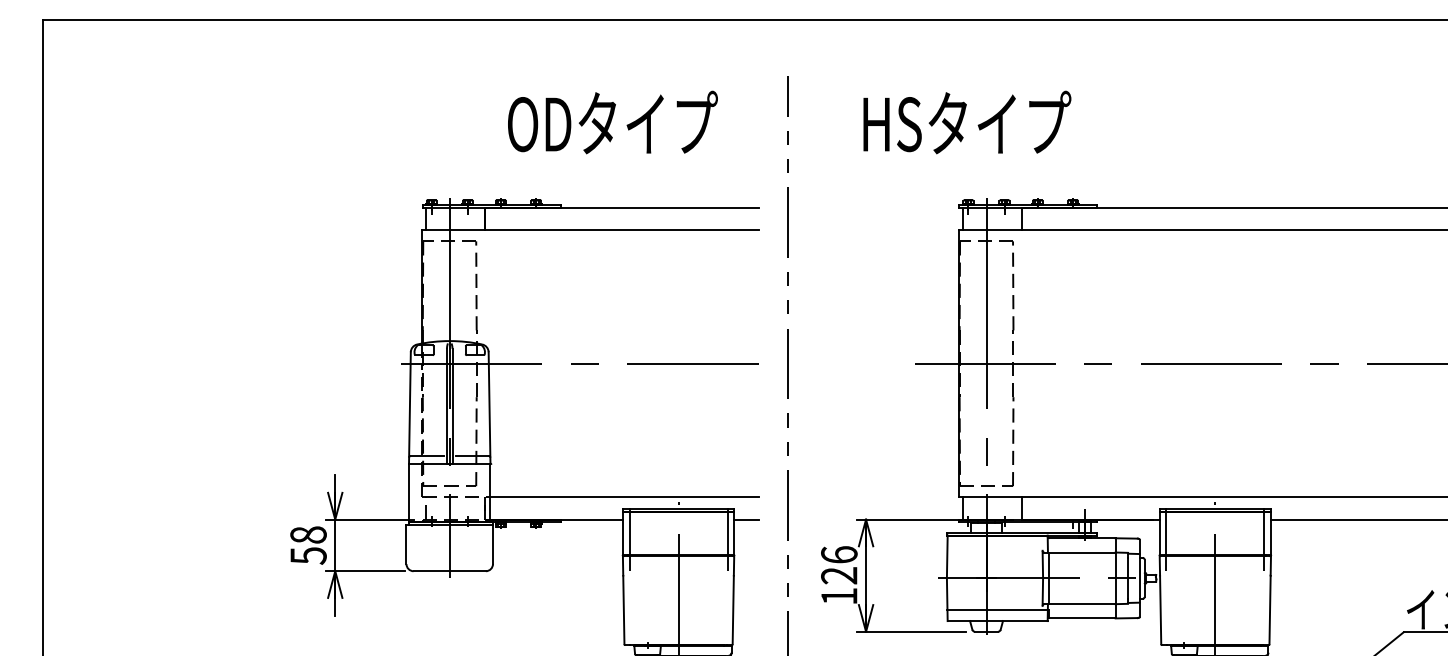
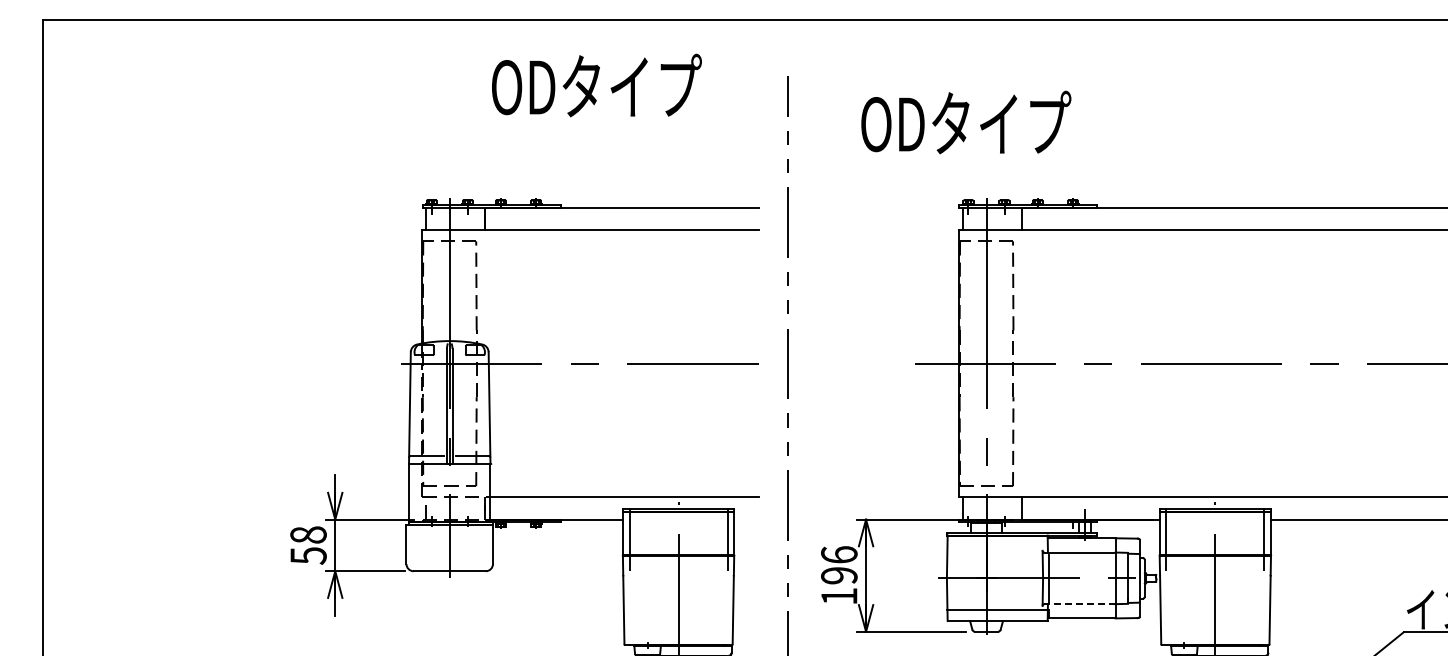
text at (612, 122) position: (612, 122) -> (596, 85)
text at (962, 122): HSタイプ -> ODタイプ
line at (746, 519): present -> none
text at (839, 575): 126 -> 196
line at (1080, 604): solid -> dashed
